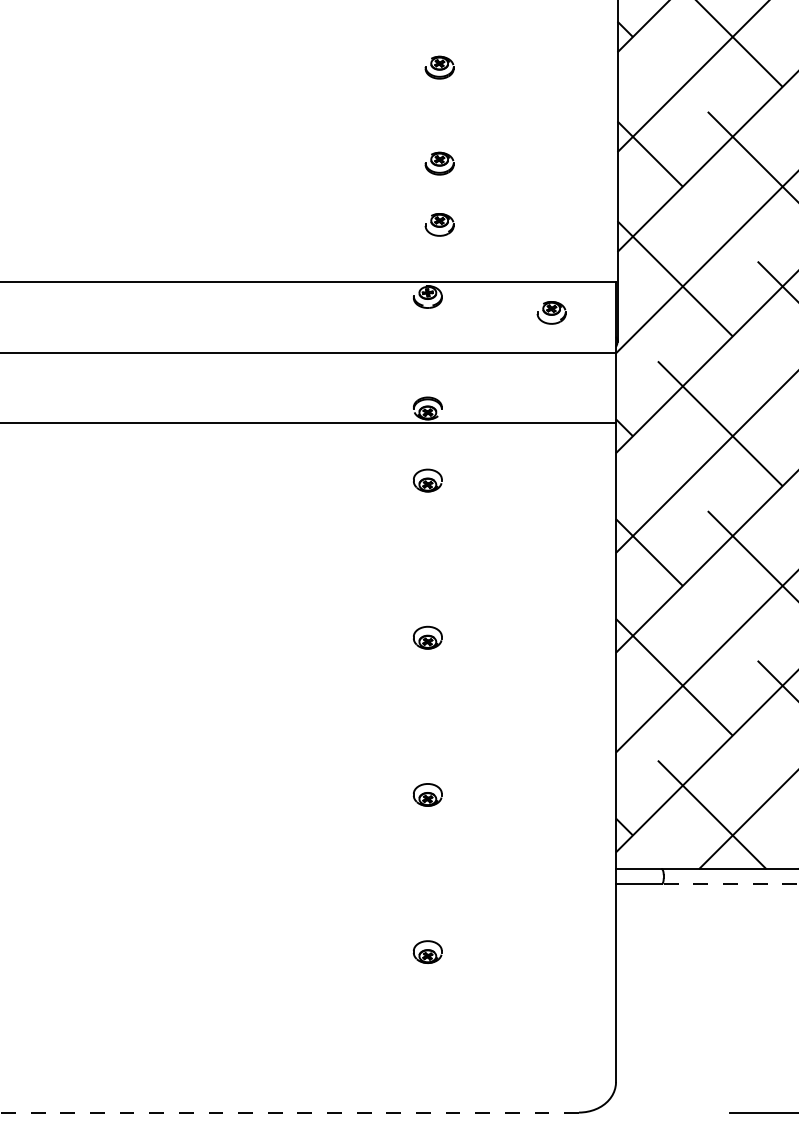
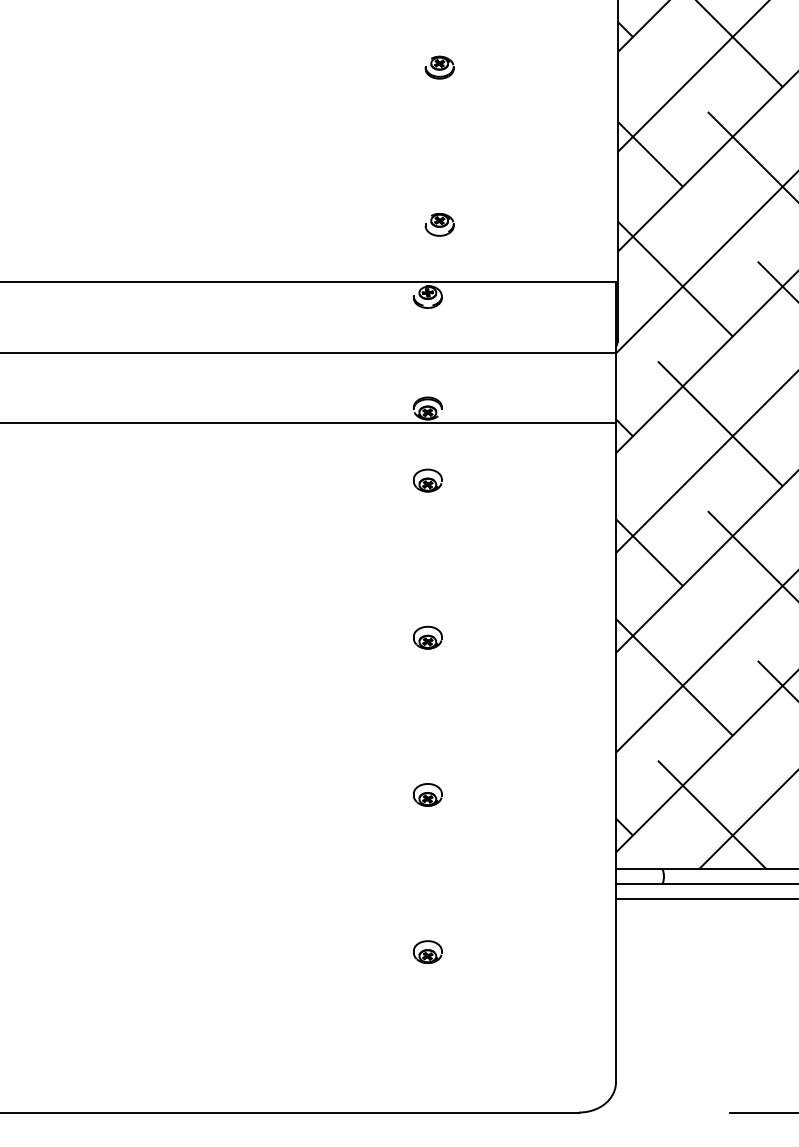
part at (439, 163): present -> none
part at (551, 312): present -> none
line at (729, 884): dashed -> solid
line at (705, 898): none -> present
line at (290, 1112): dashed -> solid
